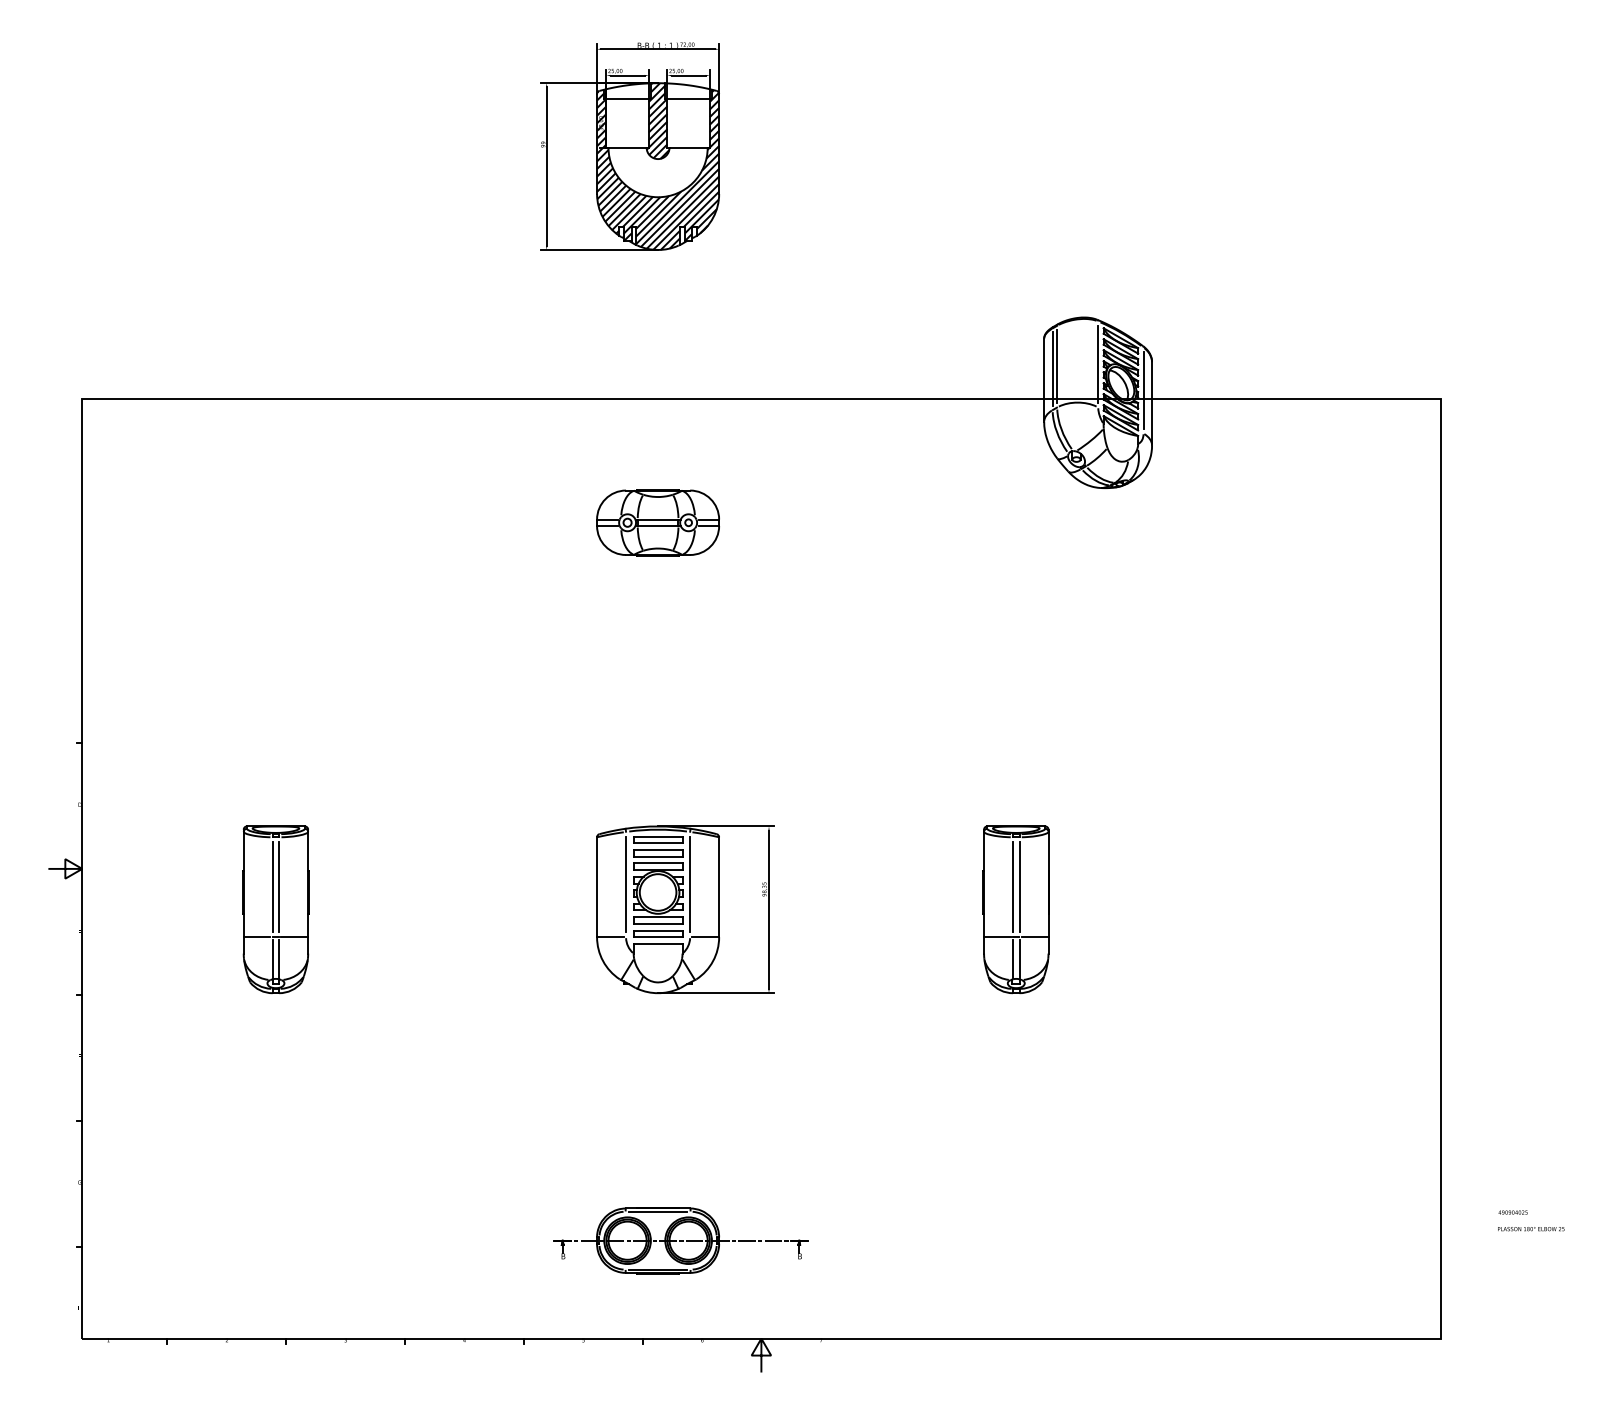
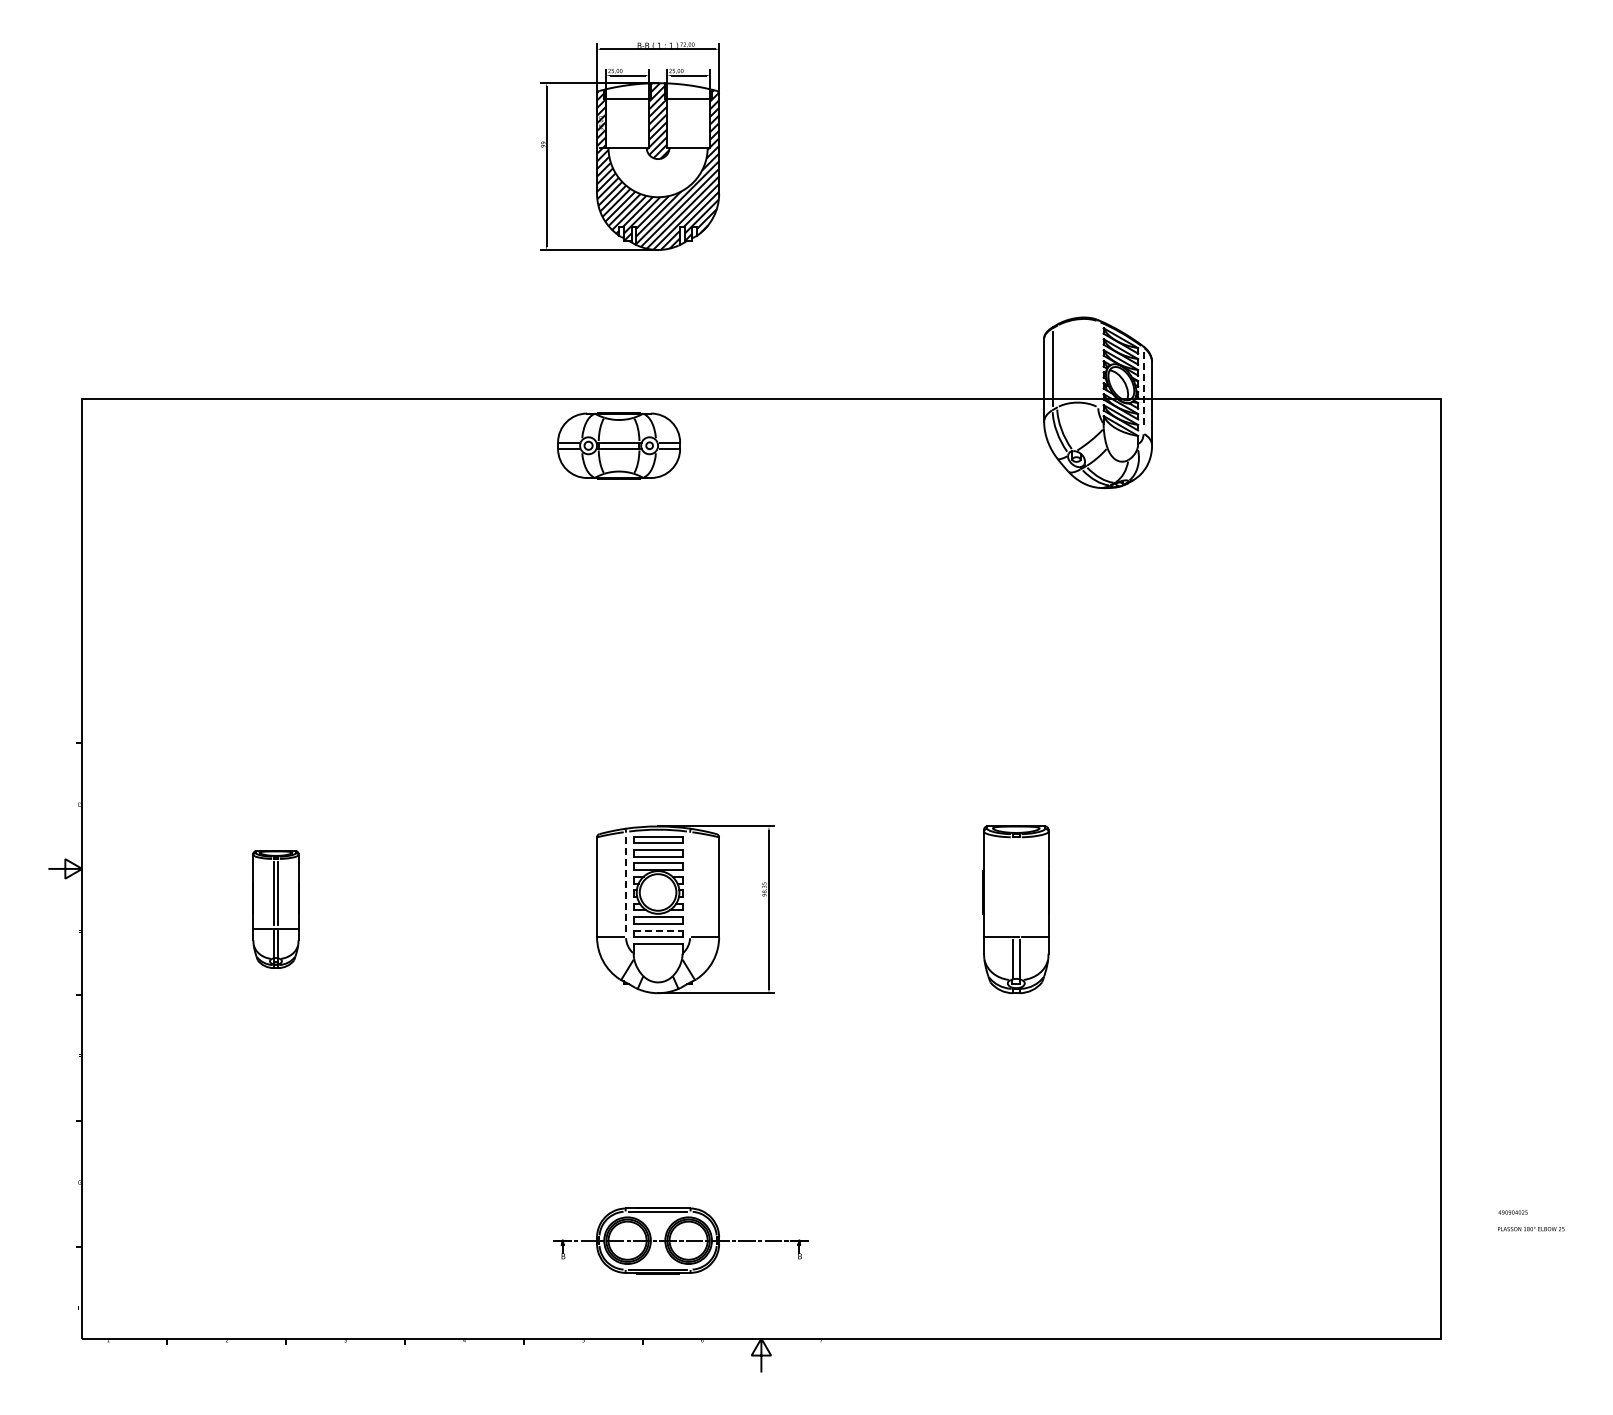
line at (1098, 364): present -> none
line at (1057, 366): present -> none
line at (1143, 390): solid -> dashed
part at (657, 522) position: (657, 522) -> (618, 445)
line at (626, 884): solid -> dashed
line at (690, 884): present -> none
line at (1013, 887): present -> none
line at (1019, 887): present -> none
part at (275, 909) size: 68x169 px -> 48x119 px
line at (658, 930): solid -> dashed
